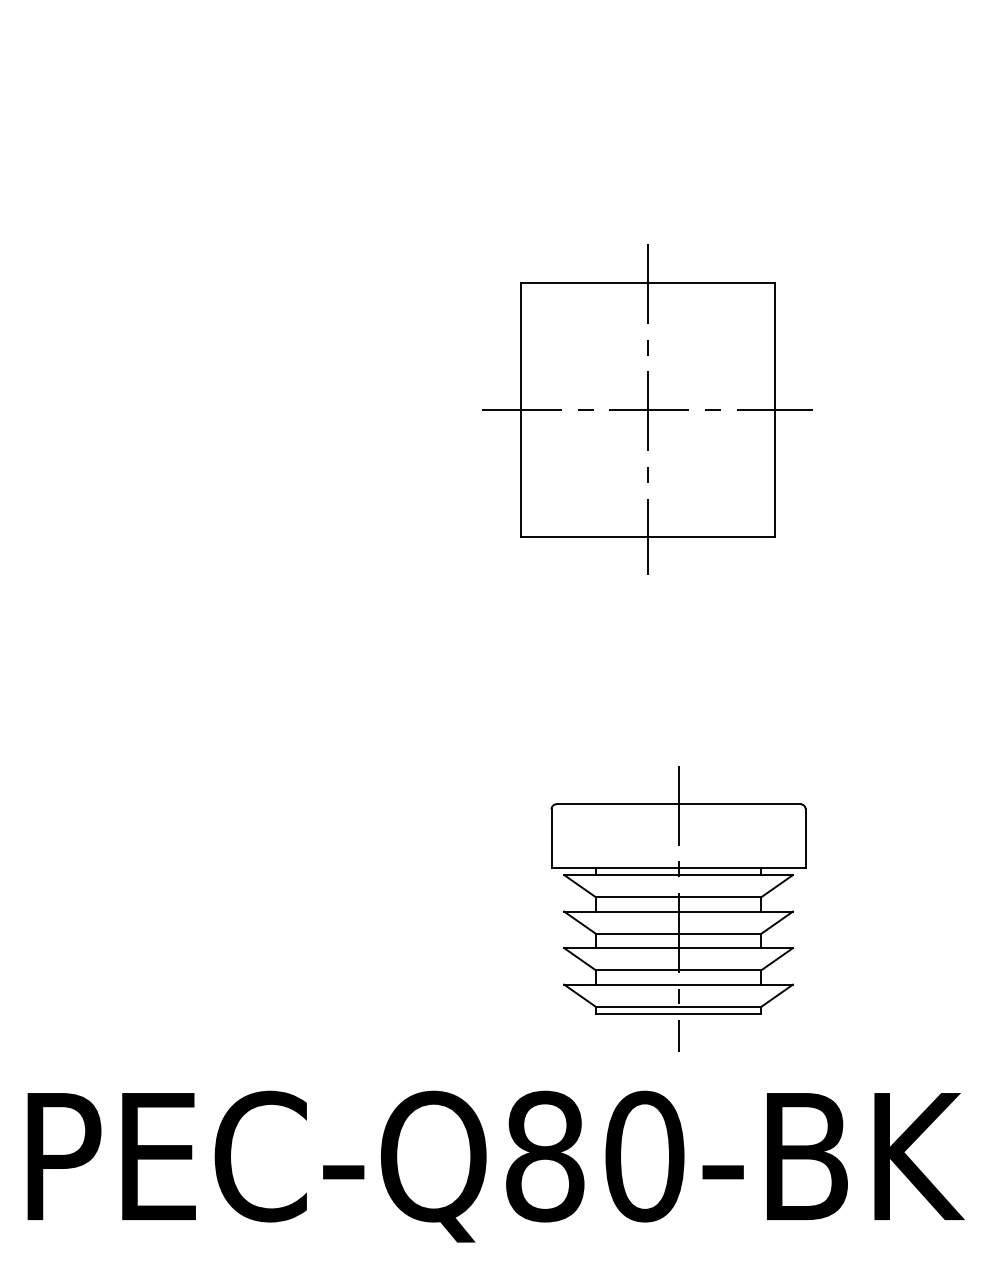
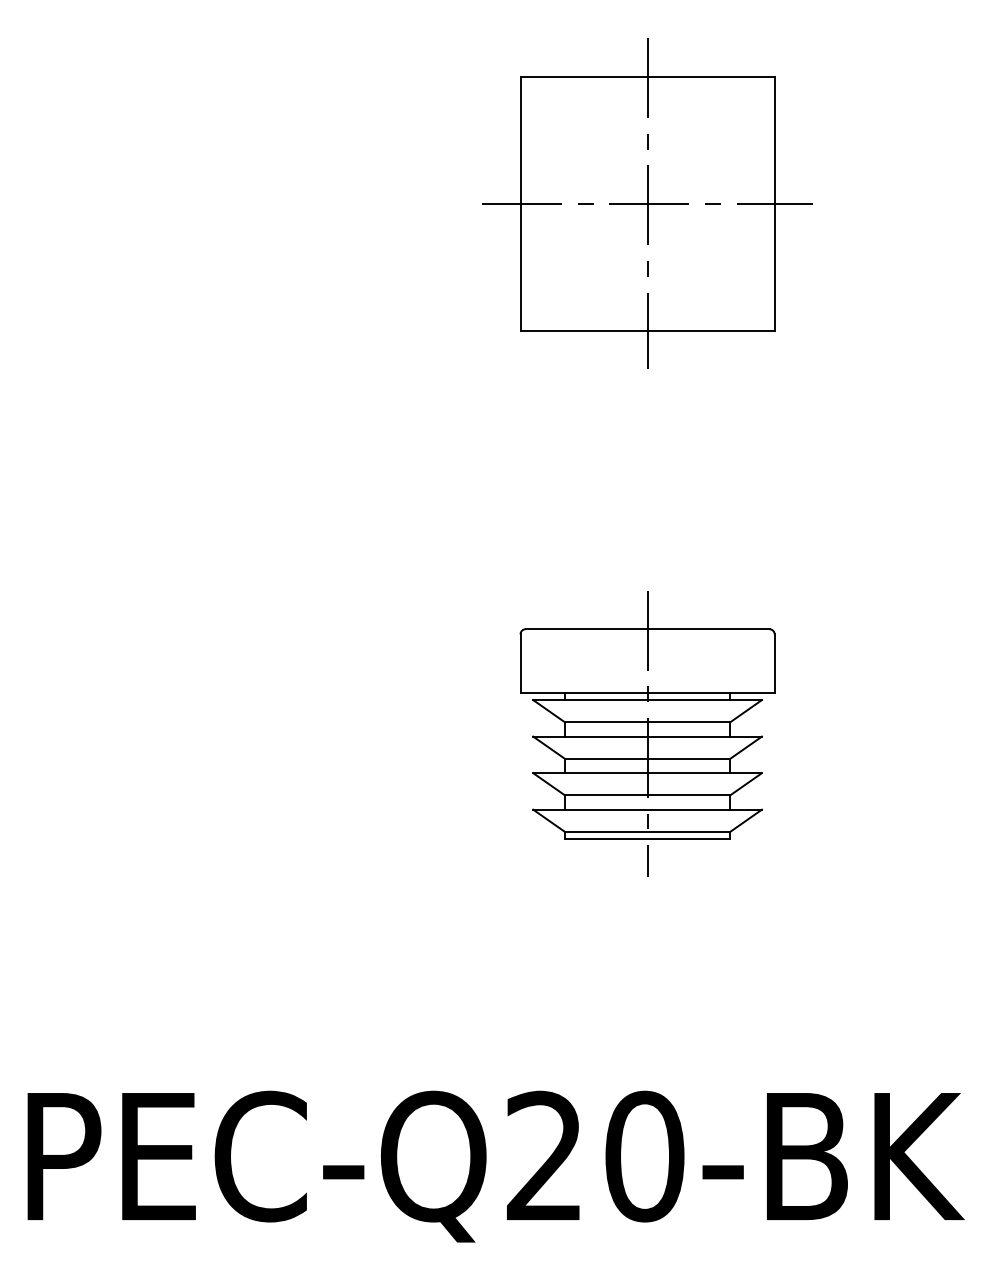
part at (647, 409) position: (647, 409) -> (647, 203)
part at (678, 908) position: (678, 908) -> (647, 733)
text at (545, 1156): PEC-Q80-BK -> PEC-Q20-BK
